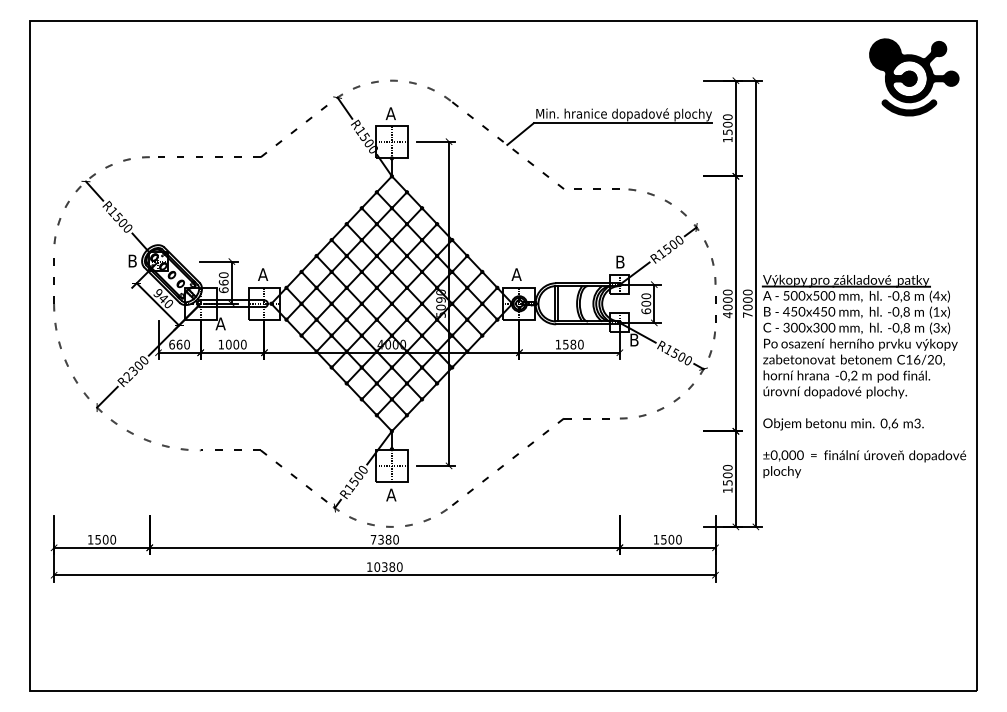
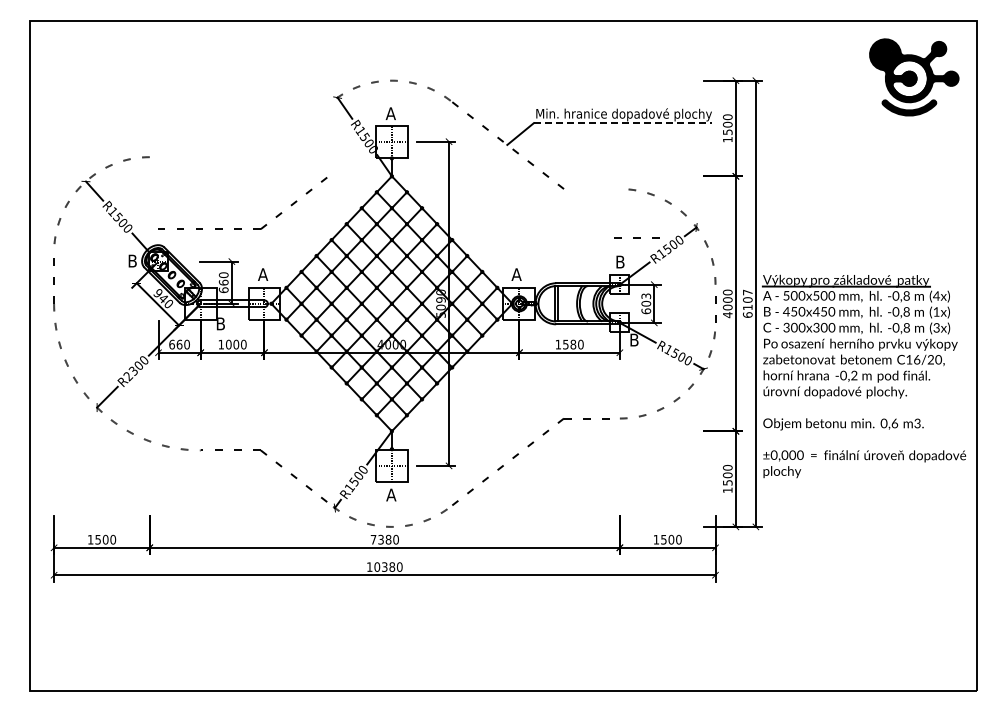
line at (622, 123): solid -> dashed
part at (241, 156) position: (241, 156) -> (241, 228)
line at (596, 188) position: (596, 188) -> (636, 237)
text at (646, 296): 600 -> 603
text at (747, 303): 7000 -> 6107
text at (220, 323): A -> B
